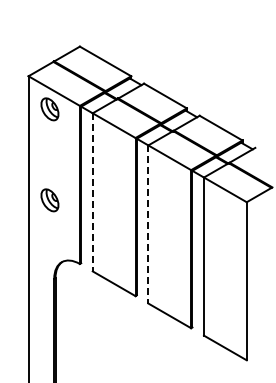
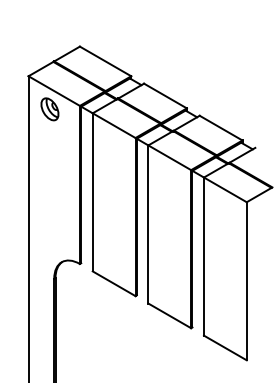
line at (92, 192): dashed -> solid
part at (49, 200): present -> none
line at (148, 224): dashed -> solid
